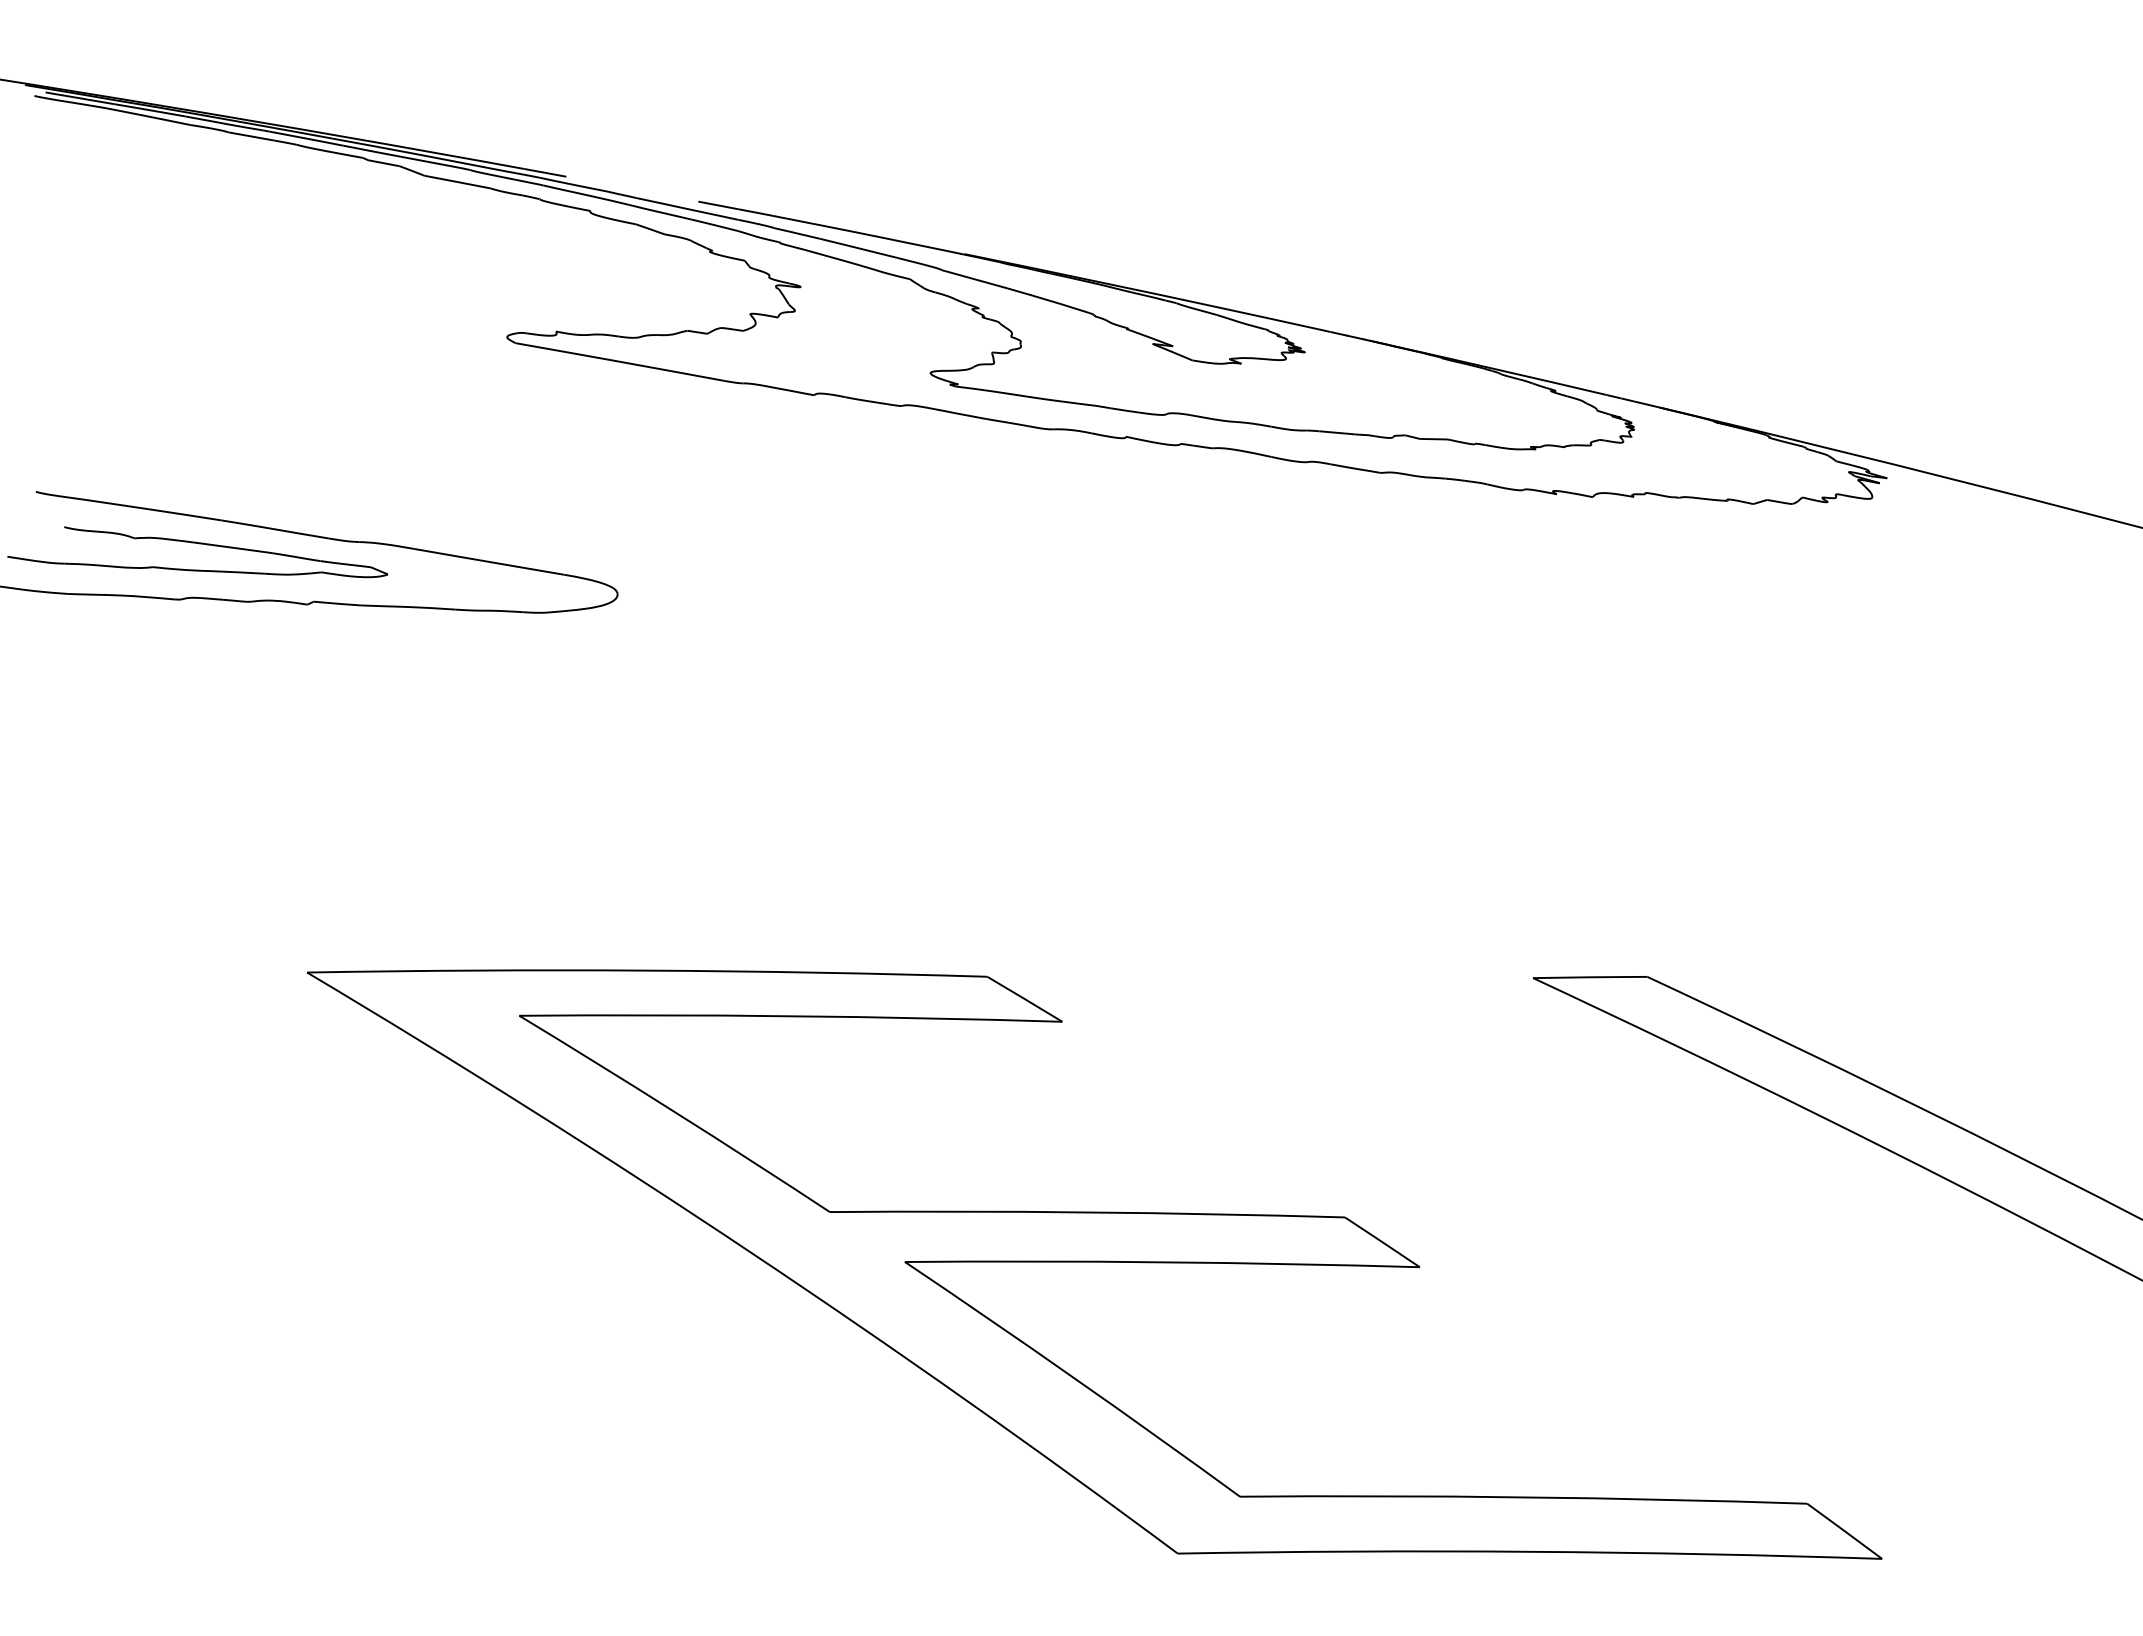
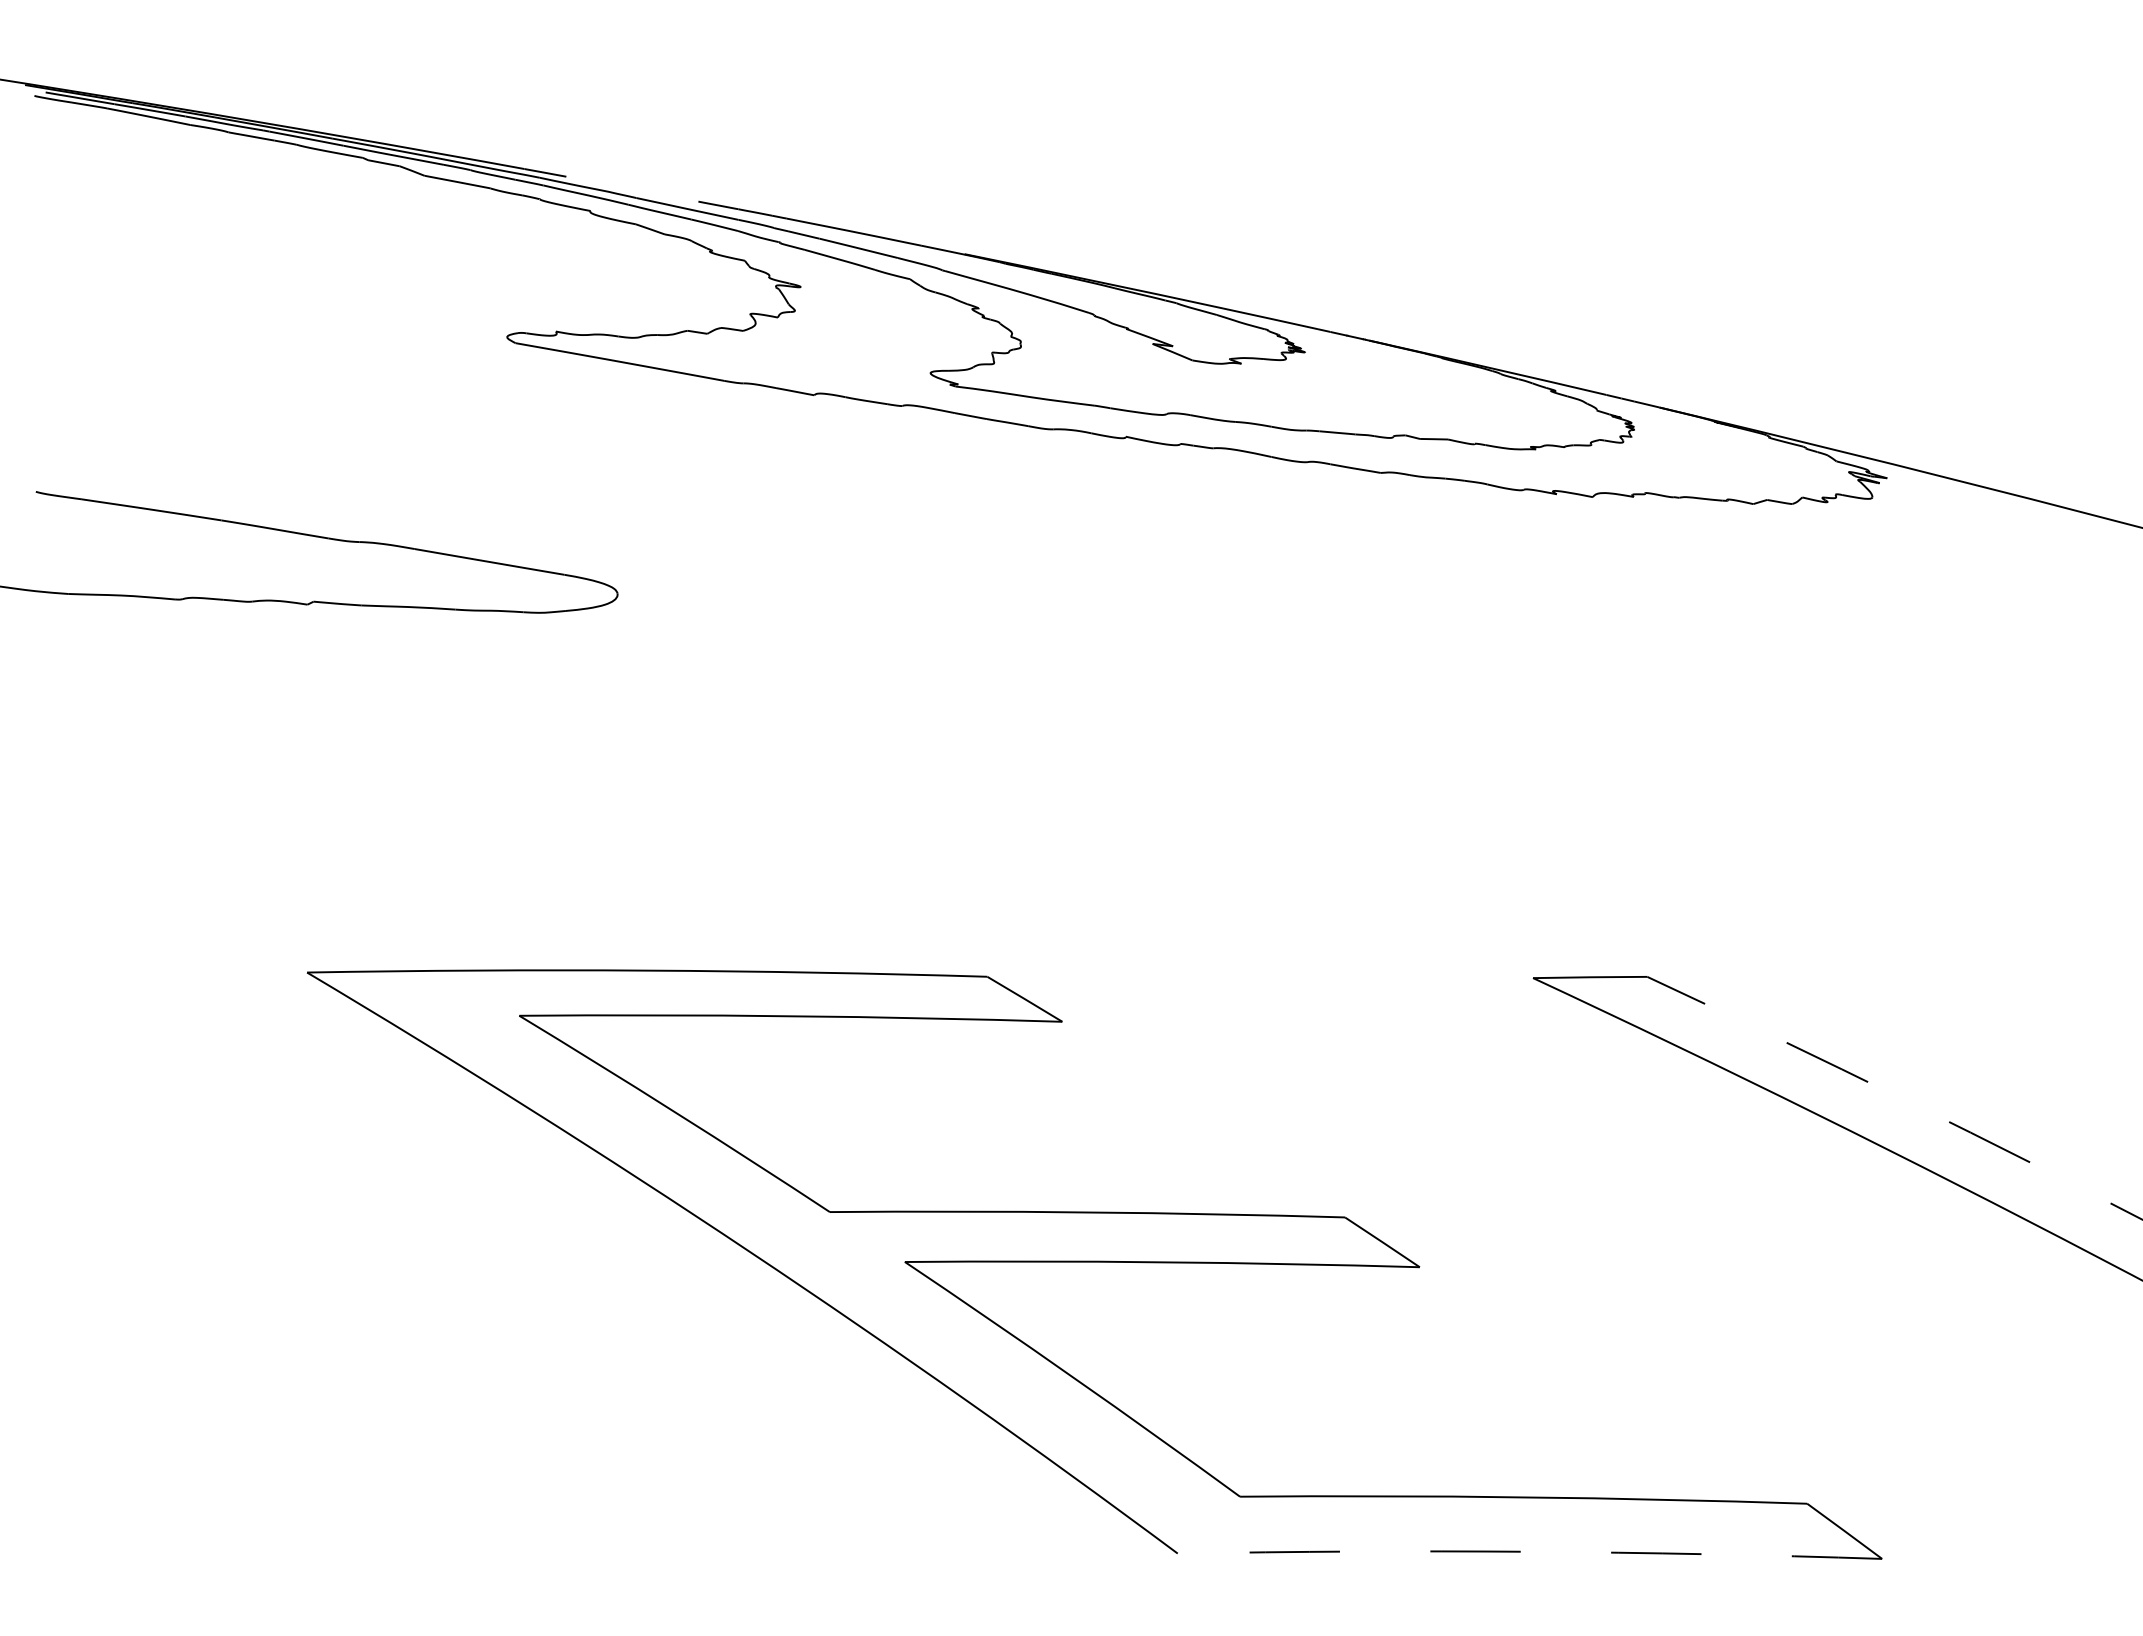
part at (199, 544): present -> none
arc at (1896, 1096): solid -> dashed
arc at (1530, 1551): solid -> dashed
